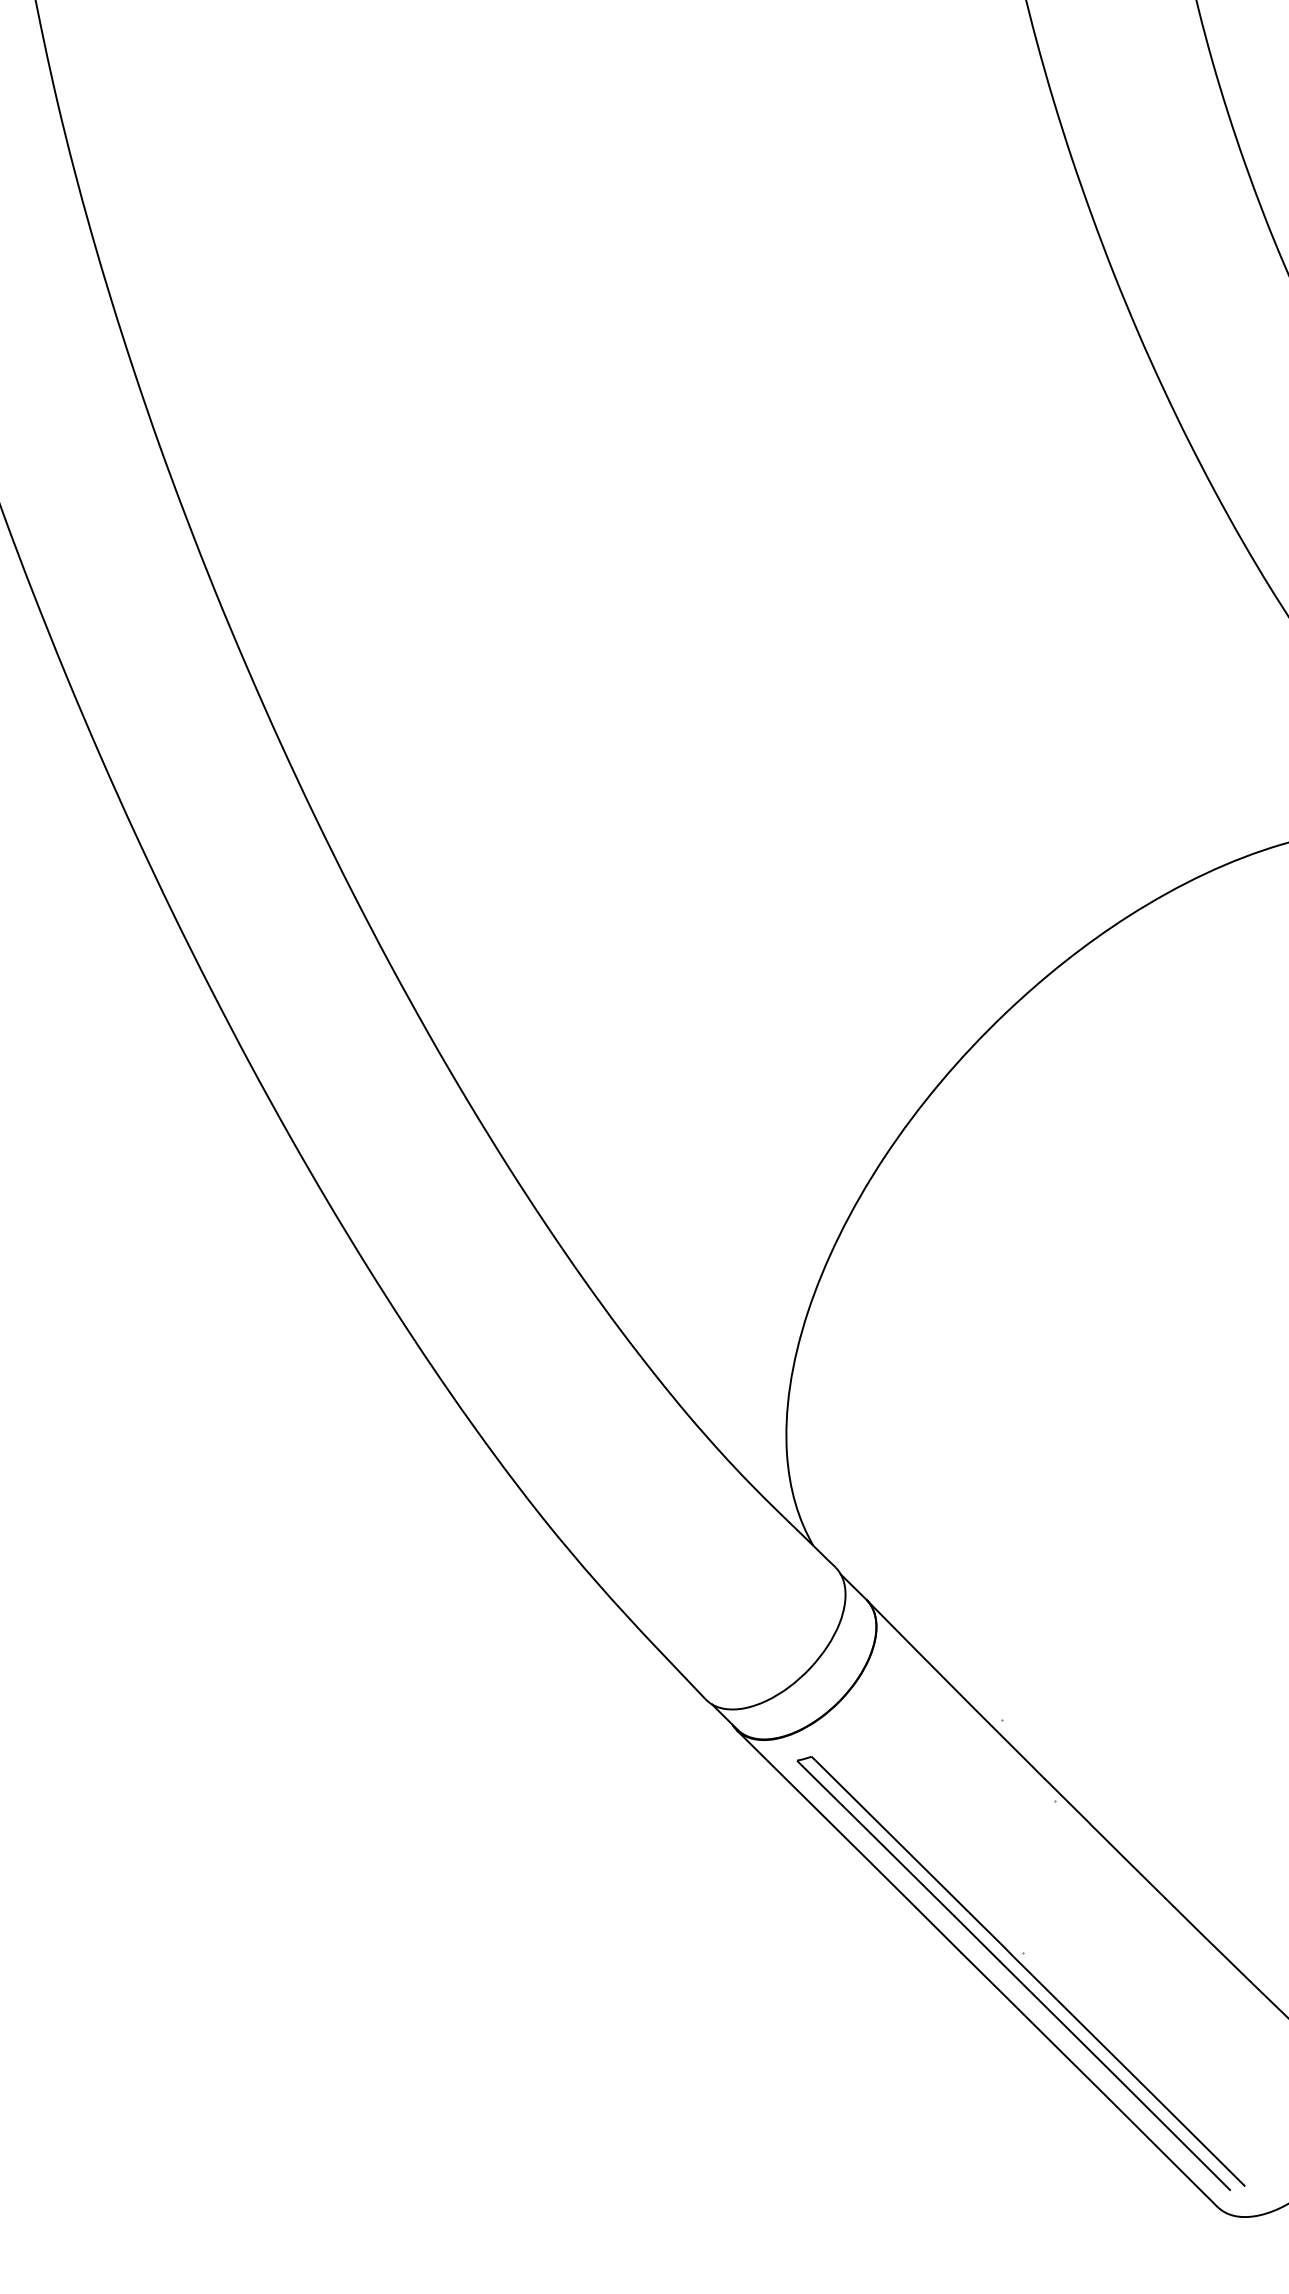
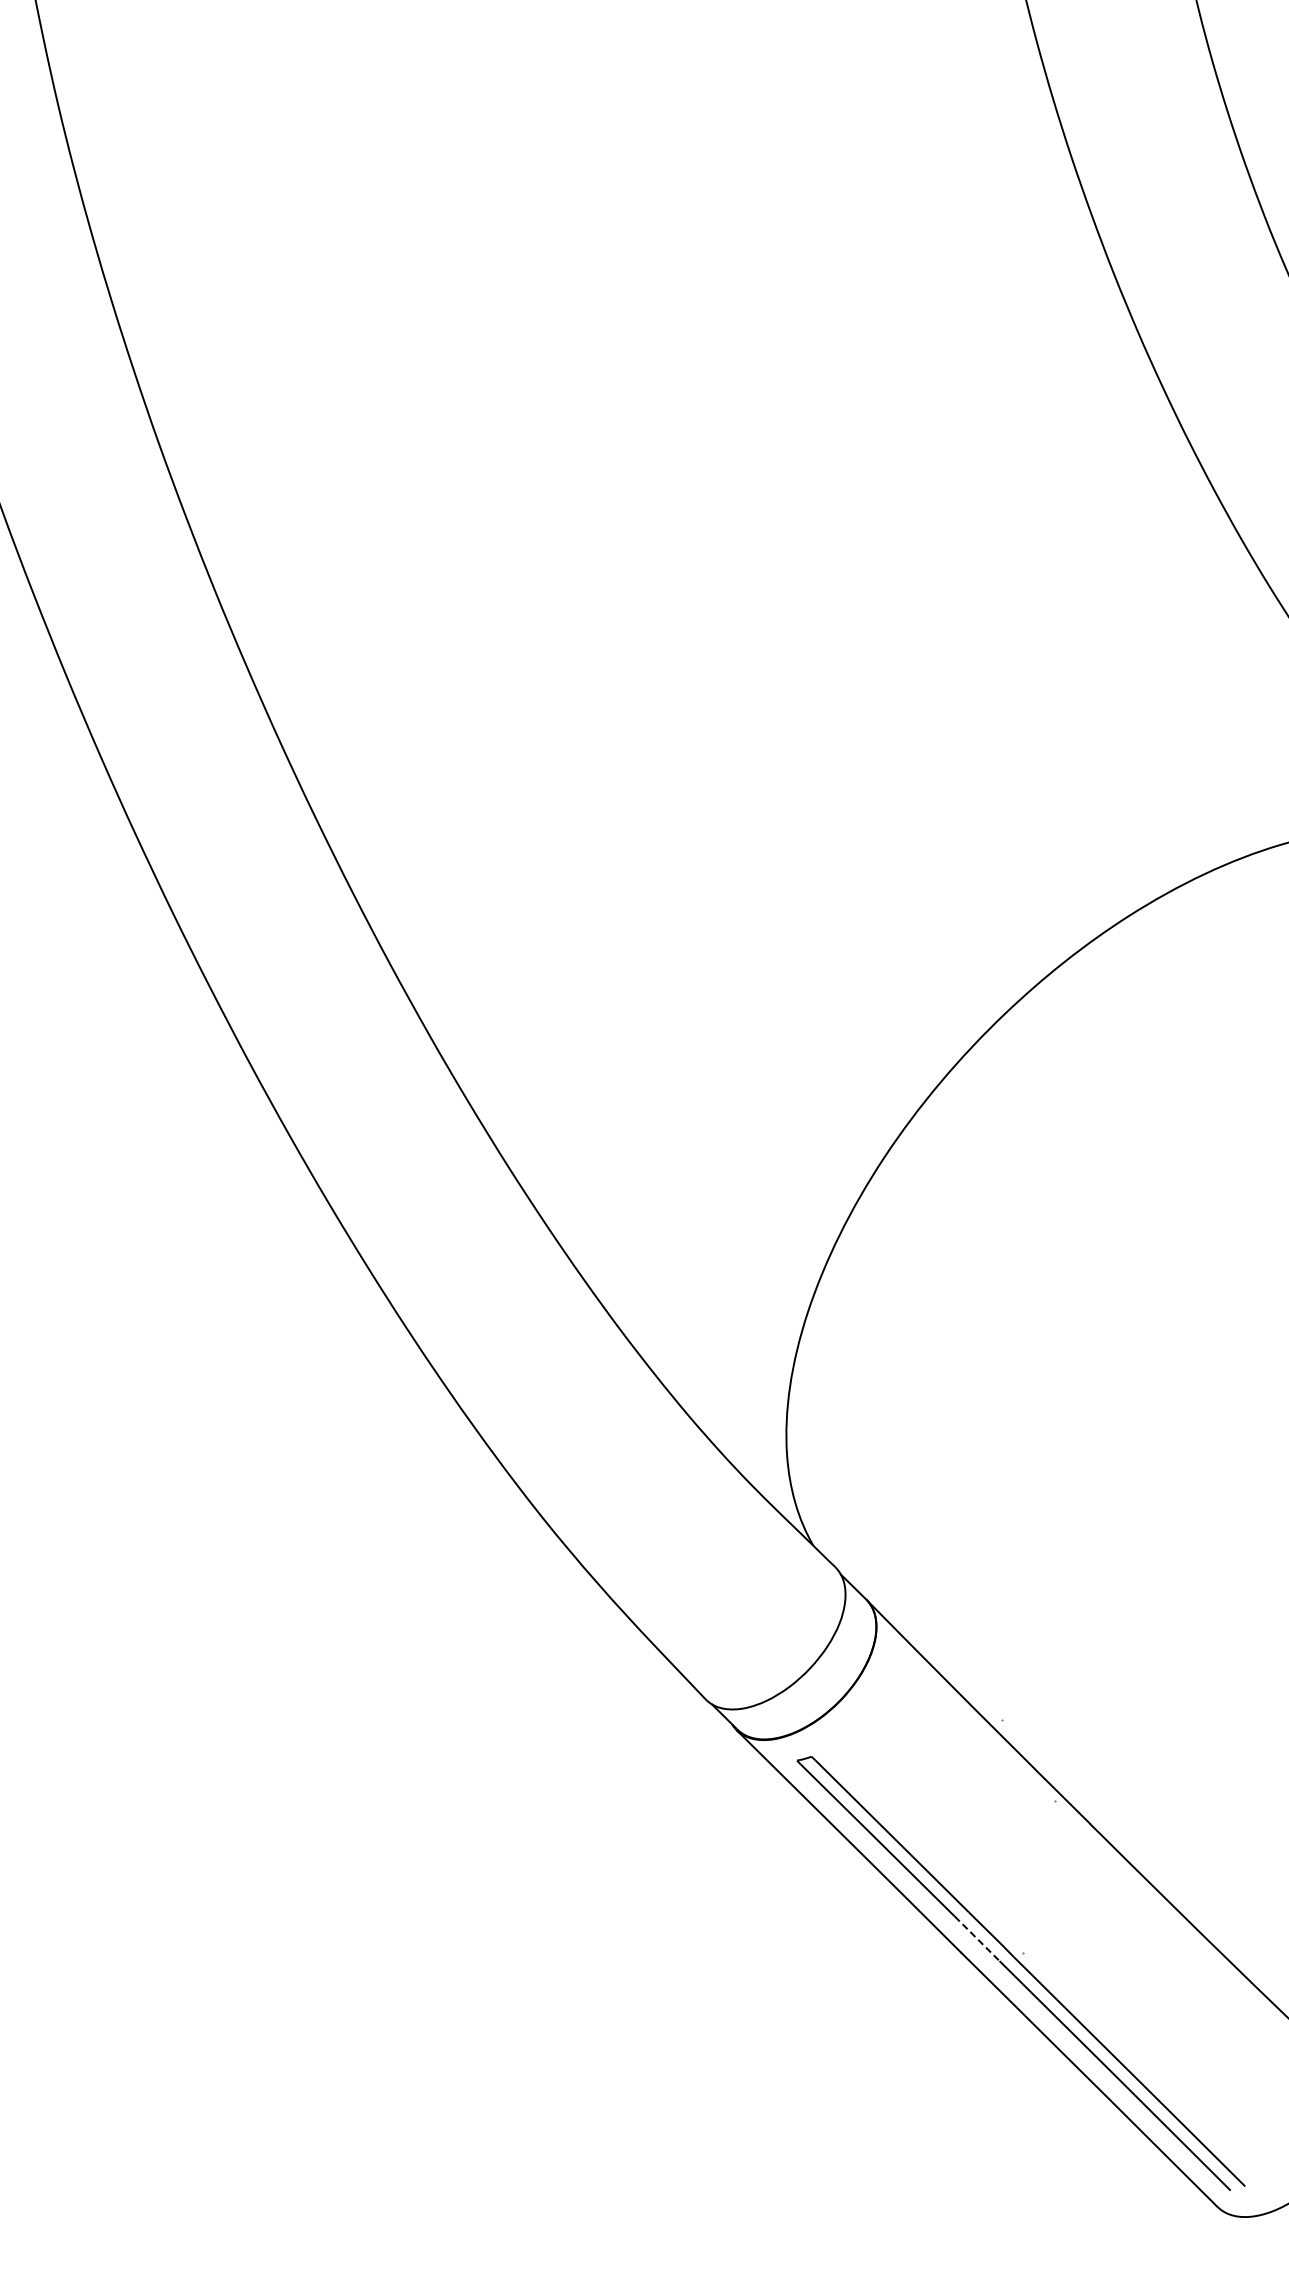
line at (977, 1938): solid -> dashed
